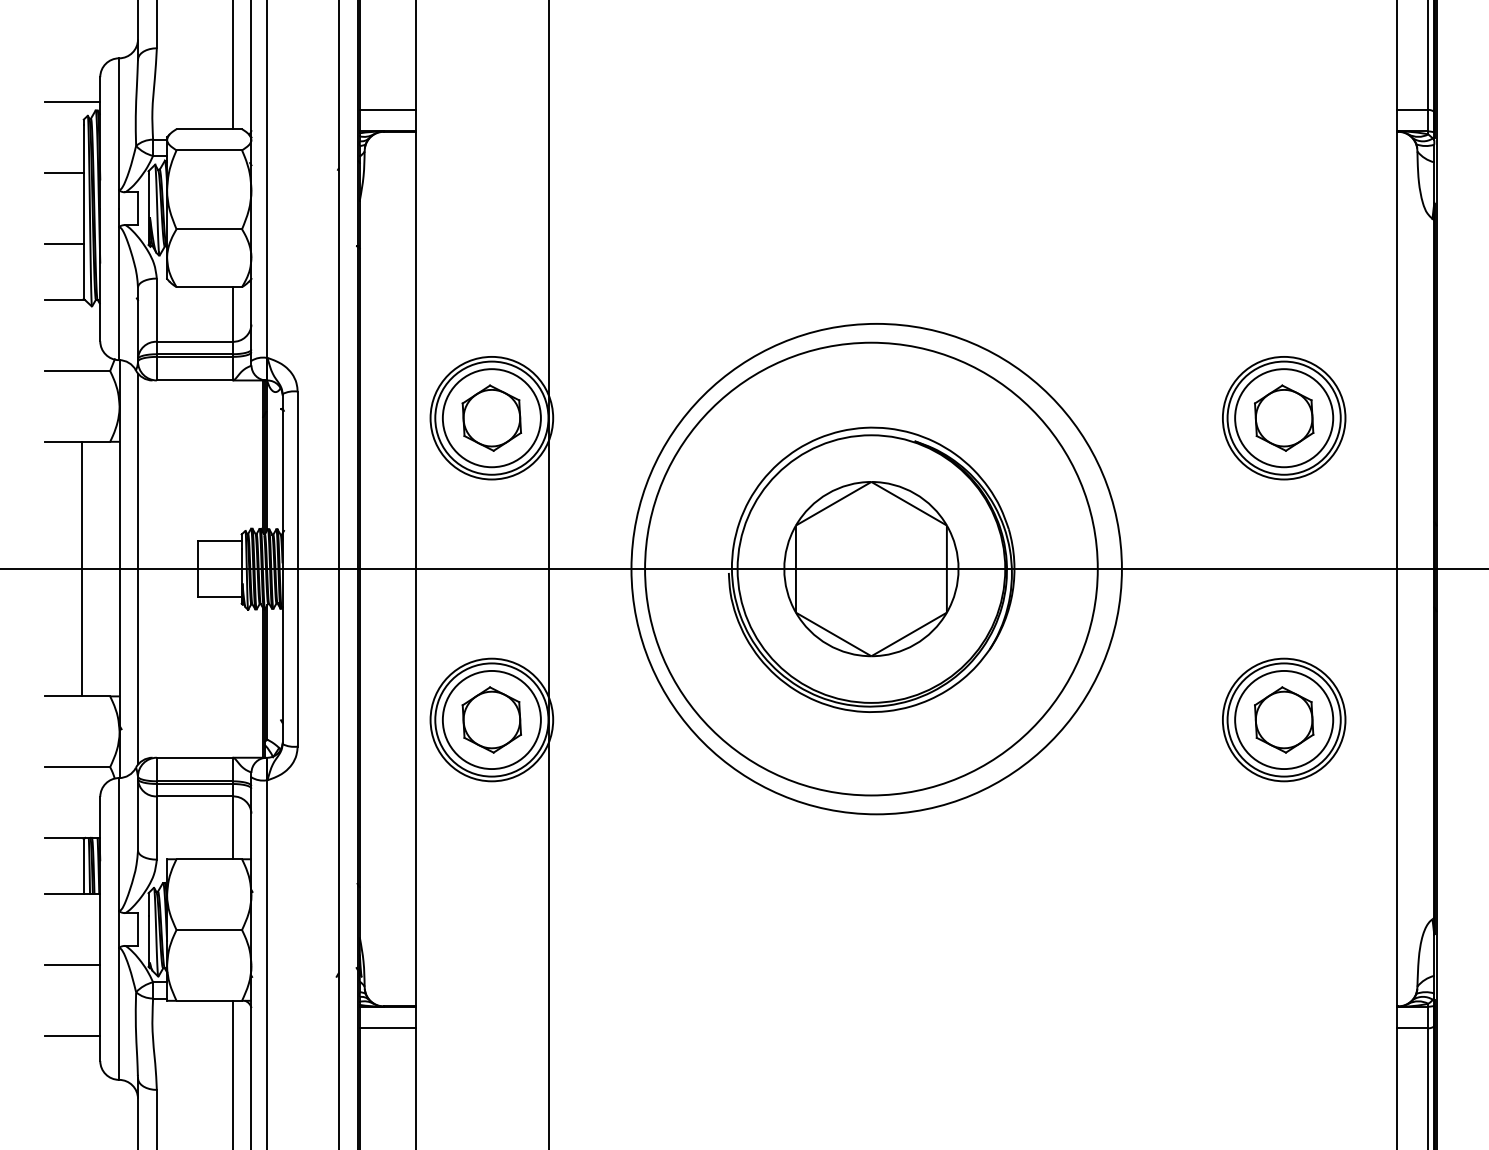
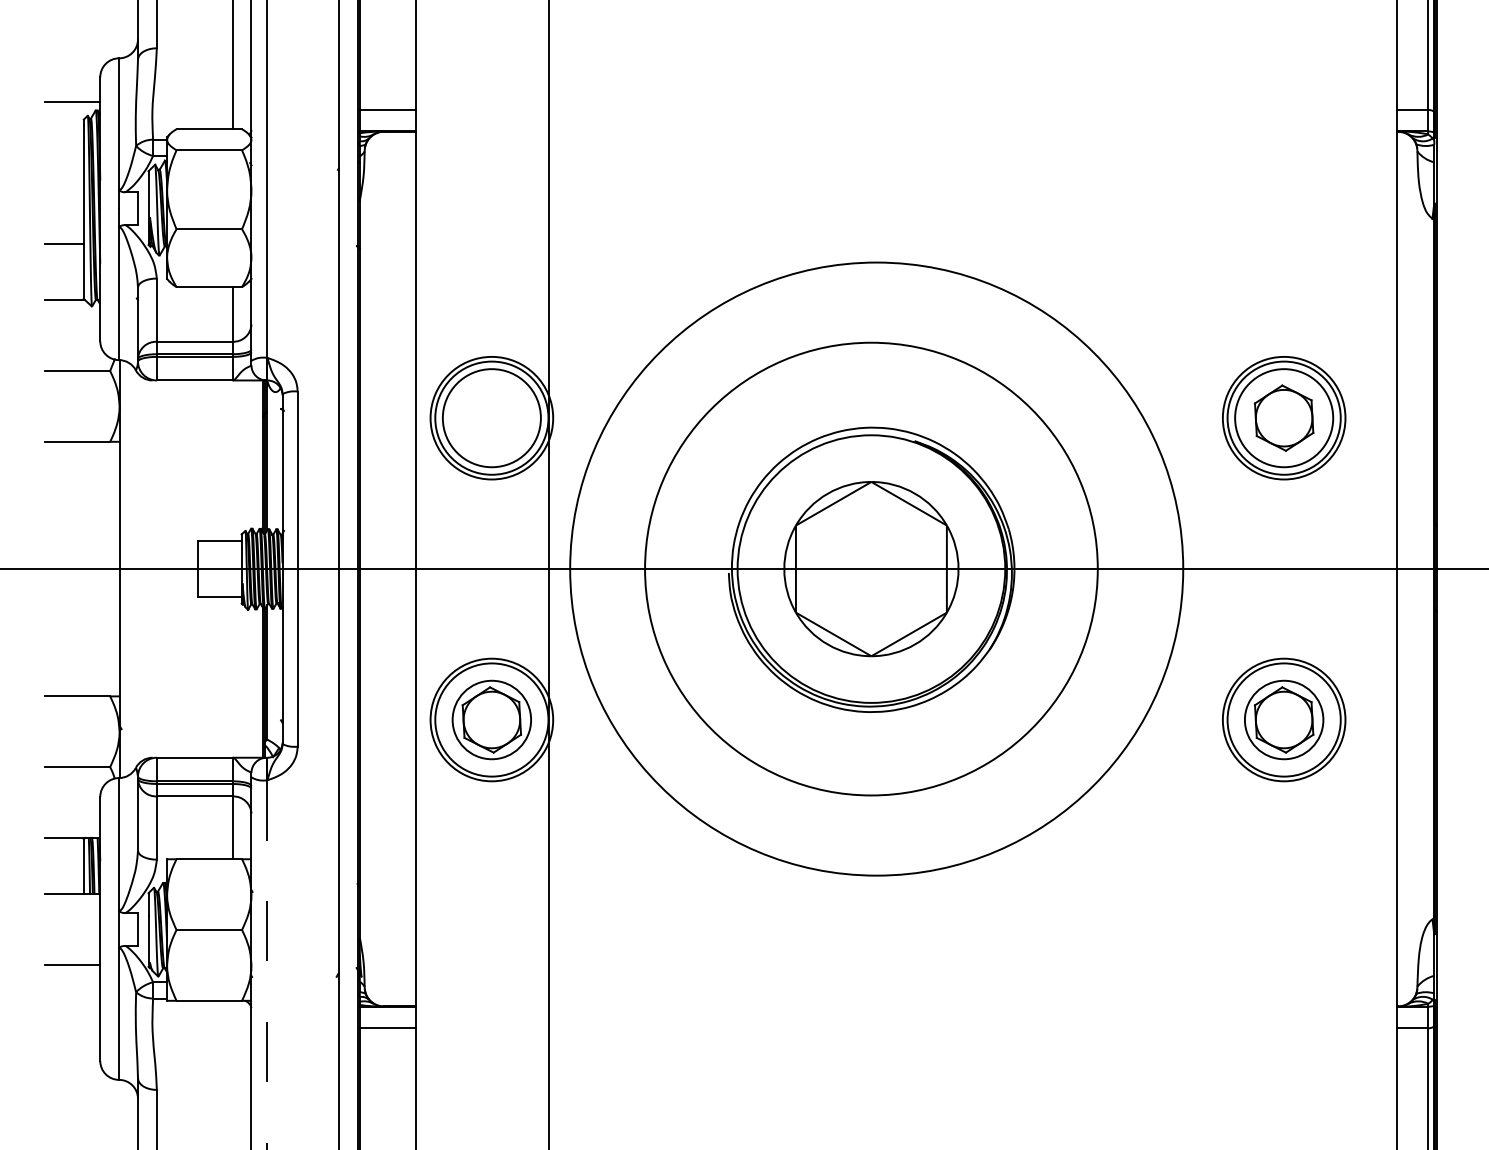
line at (63, 172): present -> none
part at (491, 417): present -> none
line at (81, 568): present -> none
circle at (876, 568) diameter: 490 px -> 613 px
line at (138, 569): present -> none
circle at (491, 719) diameter: 98 px -> 78 px
circle at (1284, 719) diameter: 98 px -> 78 px
line at (266, 965): solid -> dashed
line at (72, 1036): present -> none
line at (232, 1073): present -> none
